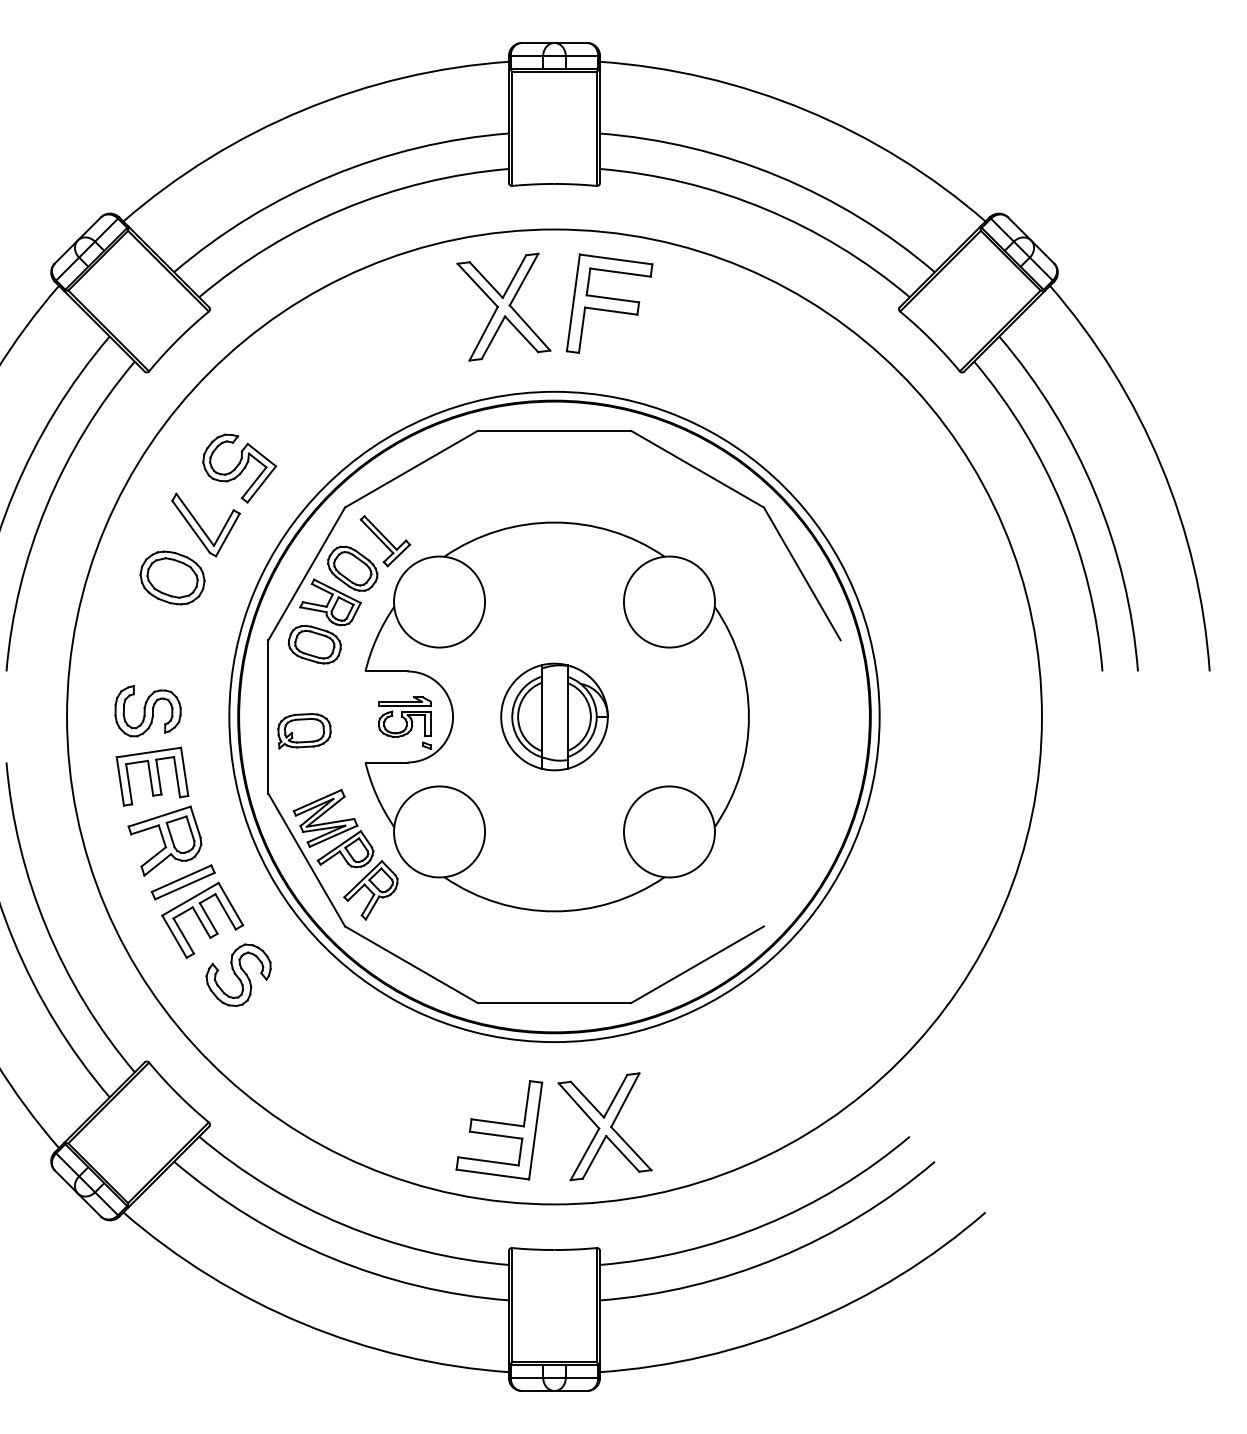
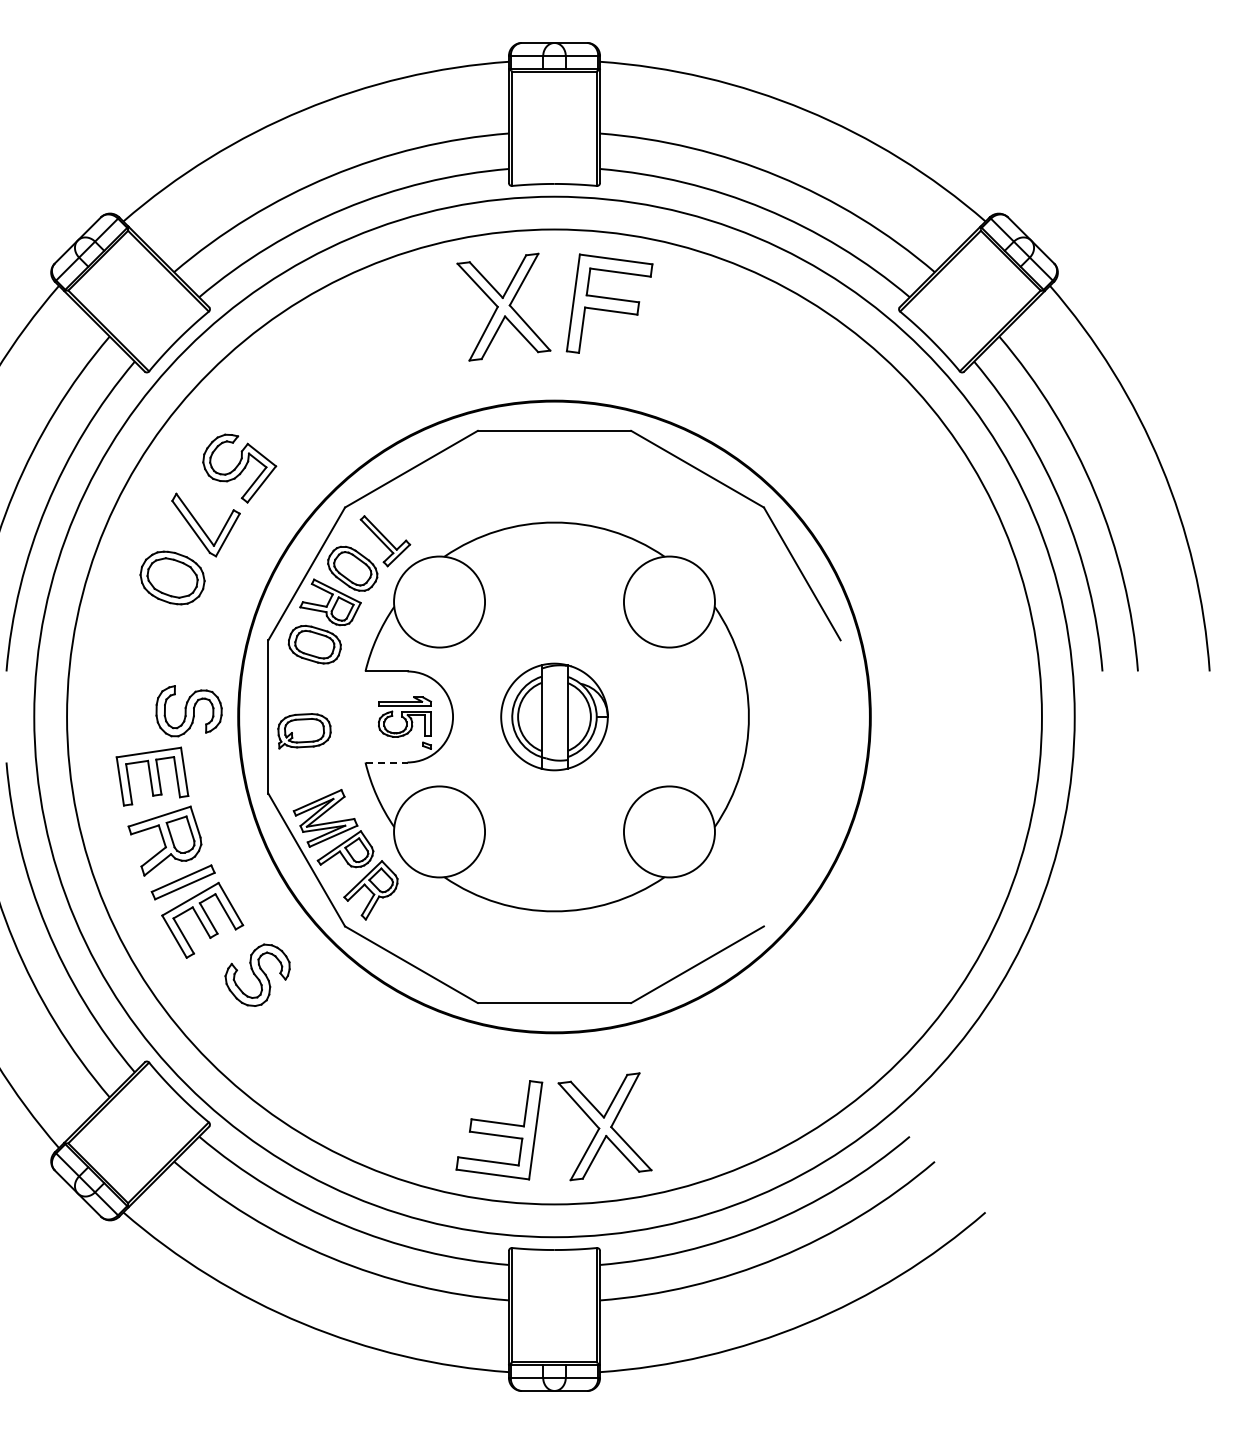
part at (147, 711) position: (147, 711) -> (188, 711)
circle at (554, 716) diameter: 650 px -> 1040 px
line at (387, 762): solid -> dashed
part at (238, 974) position: (238, 974) -> (257, 974)
